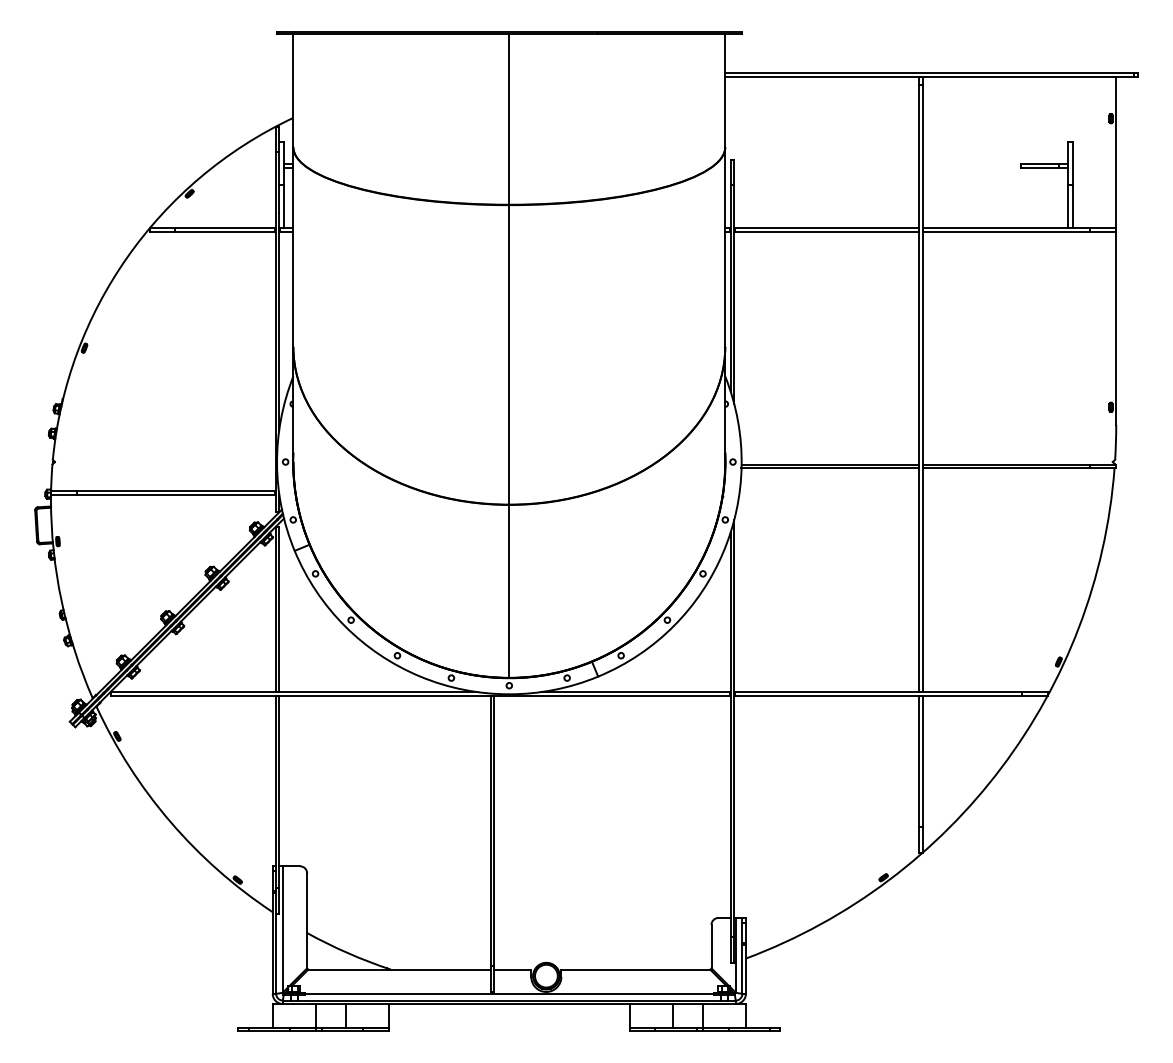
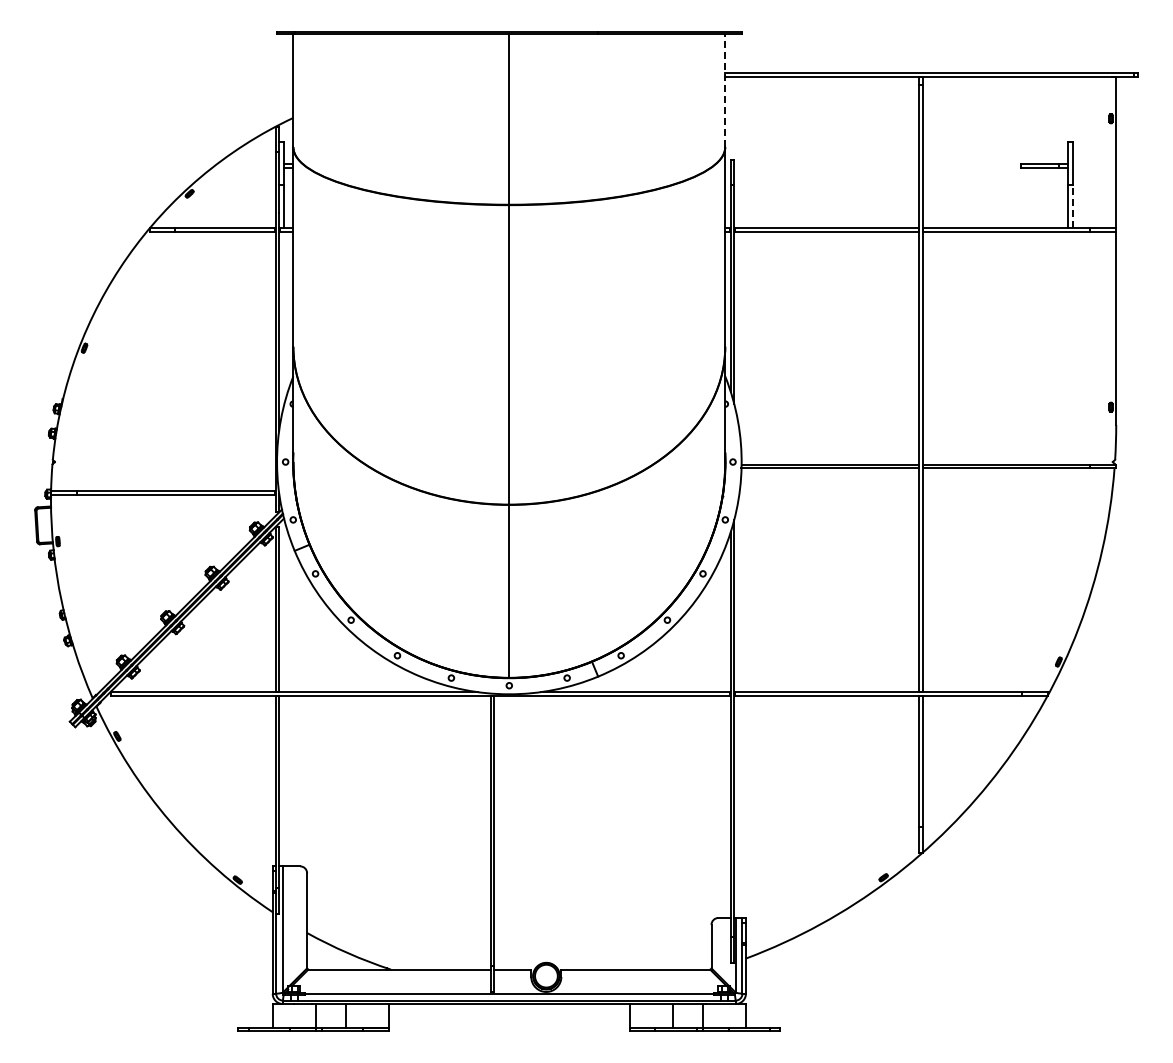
line at (725, 90): solid -> dashed
line at (1073, 206): solid -> dashed
